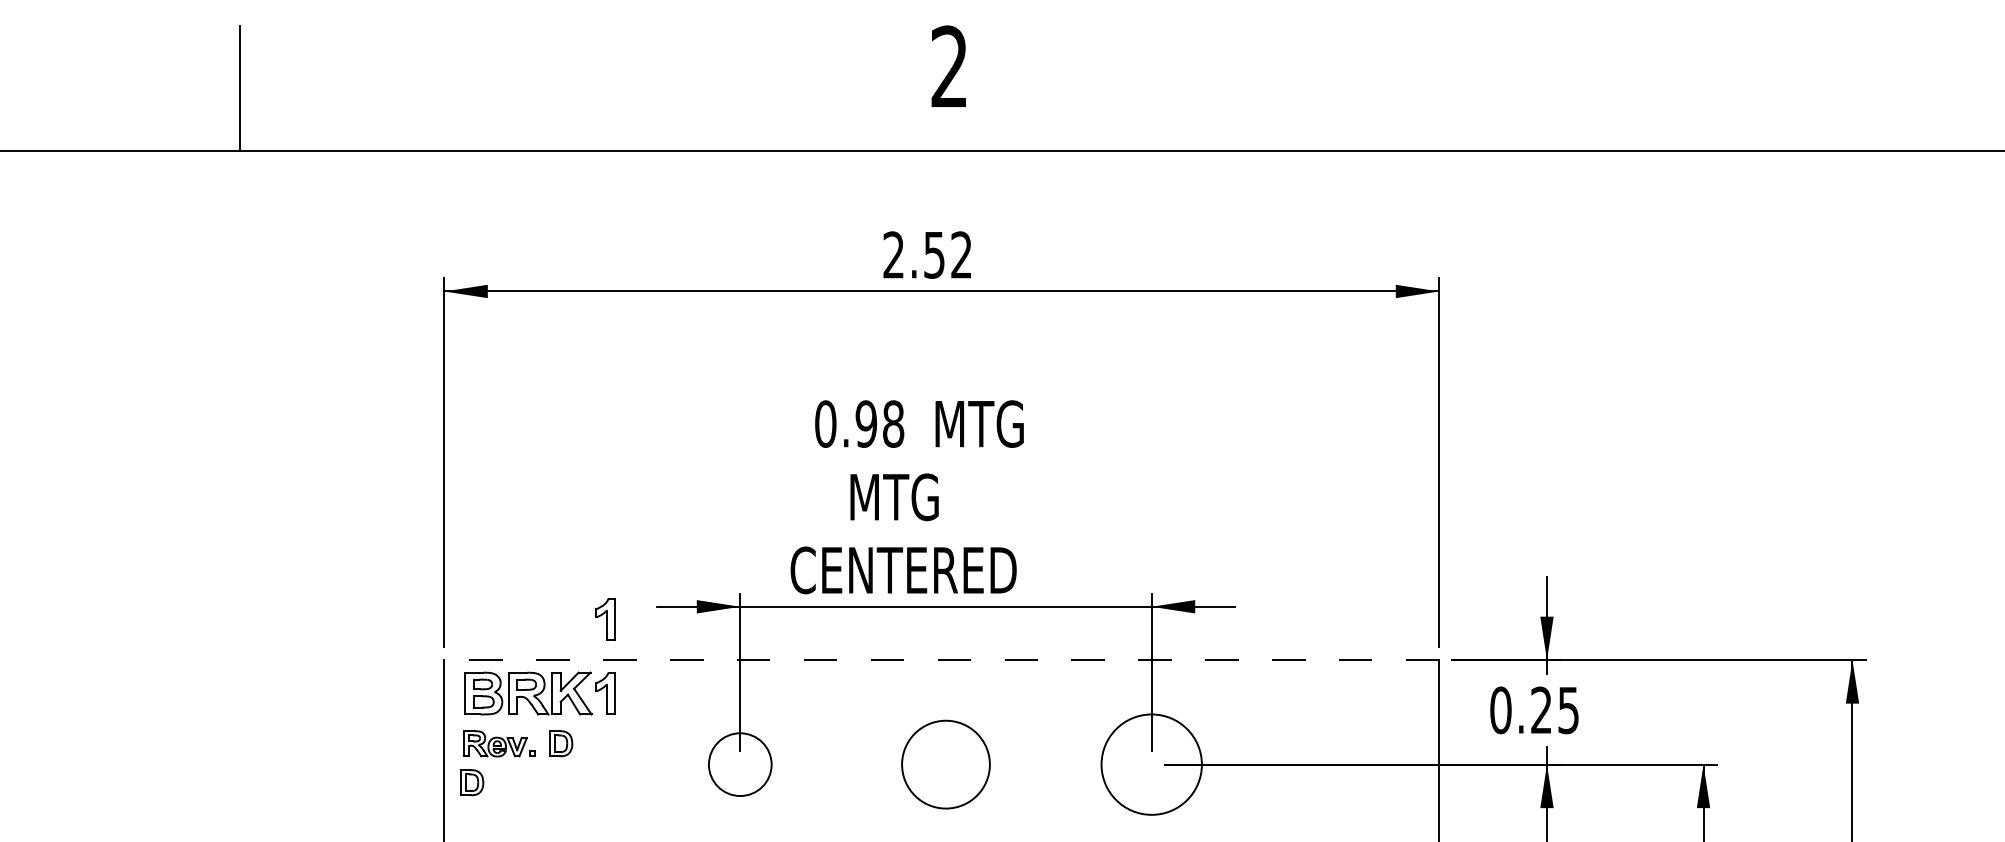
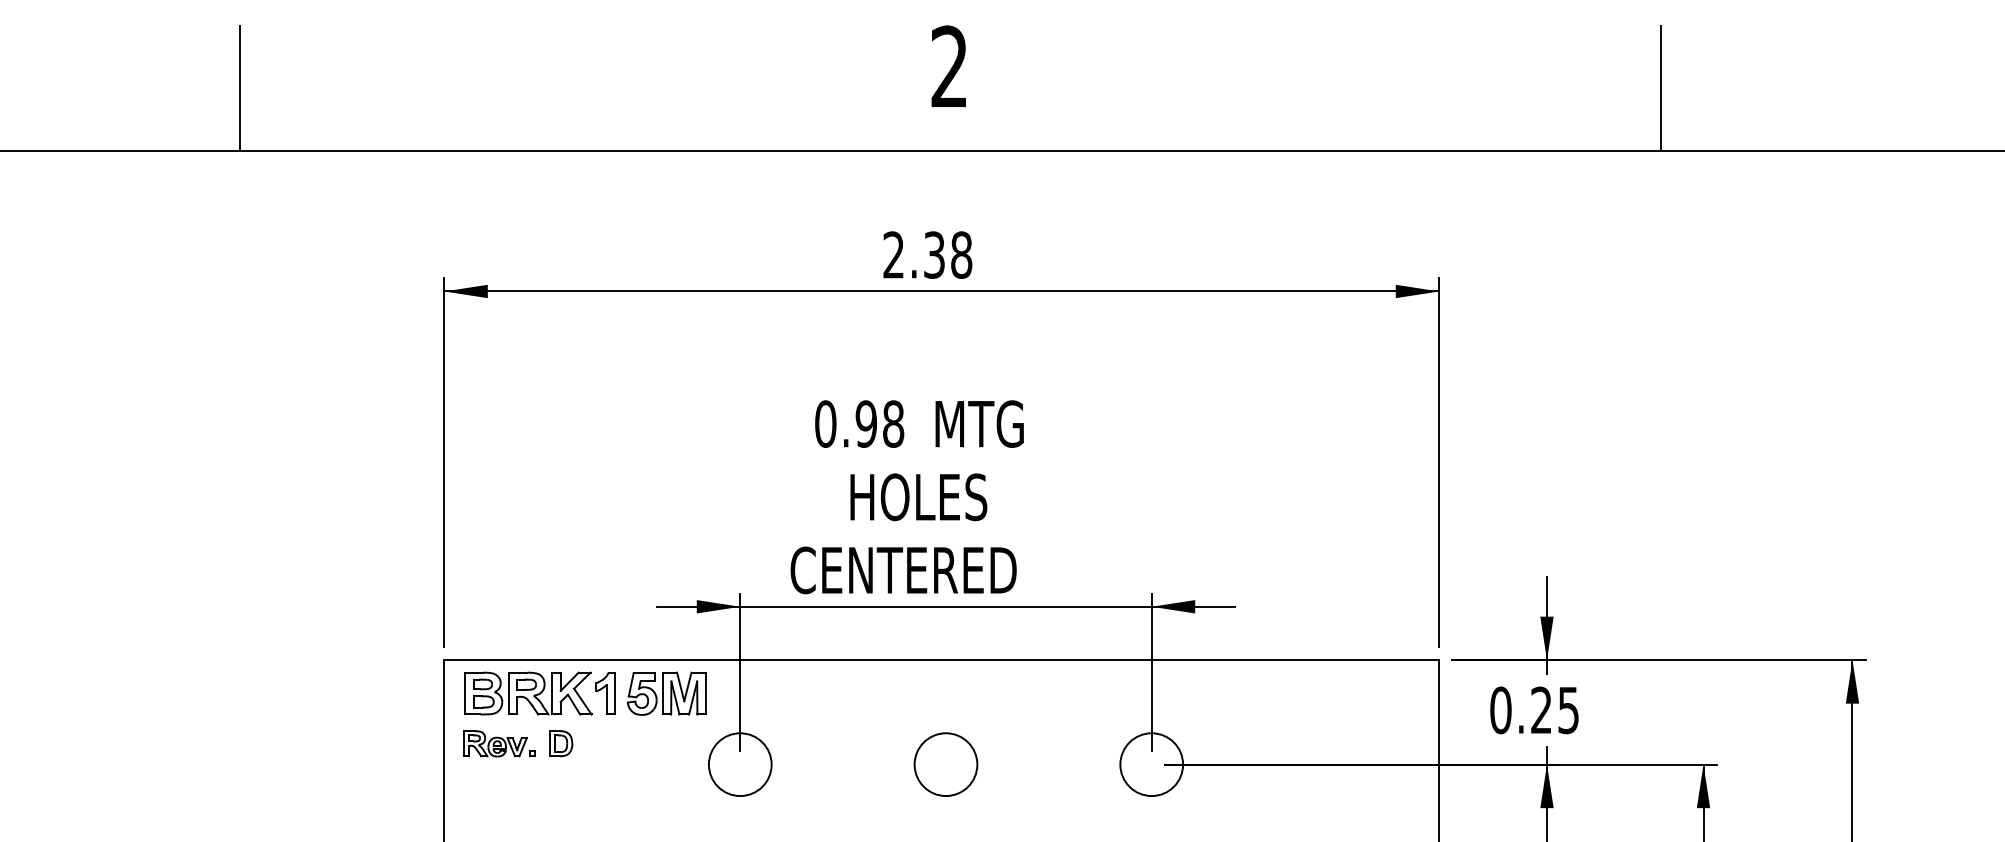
line at (1661, 88): none -> present
text at (948, 254): 2.52 -> 2.38
text at (920, 497): MTG -> HOLES
part at (605, 619): present -> none
line at (941, 660): dashed -> solid
part at (666, 693): none -> present
circle at (945, 764) diameter: 88 px -> 63 px
circle at (1151, 764) diameter: 100 px -> 63 px
part at (472, 782): present -> none
